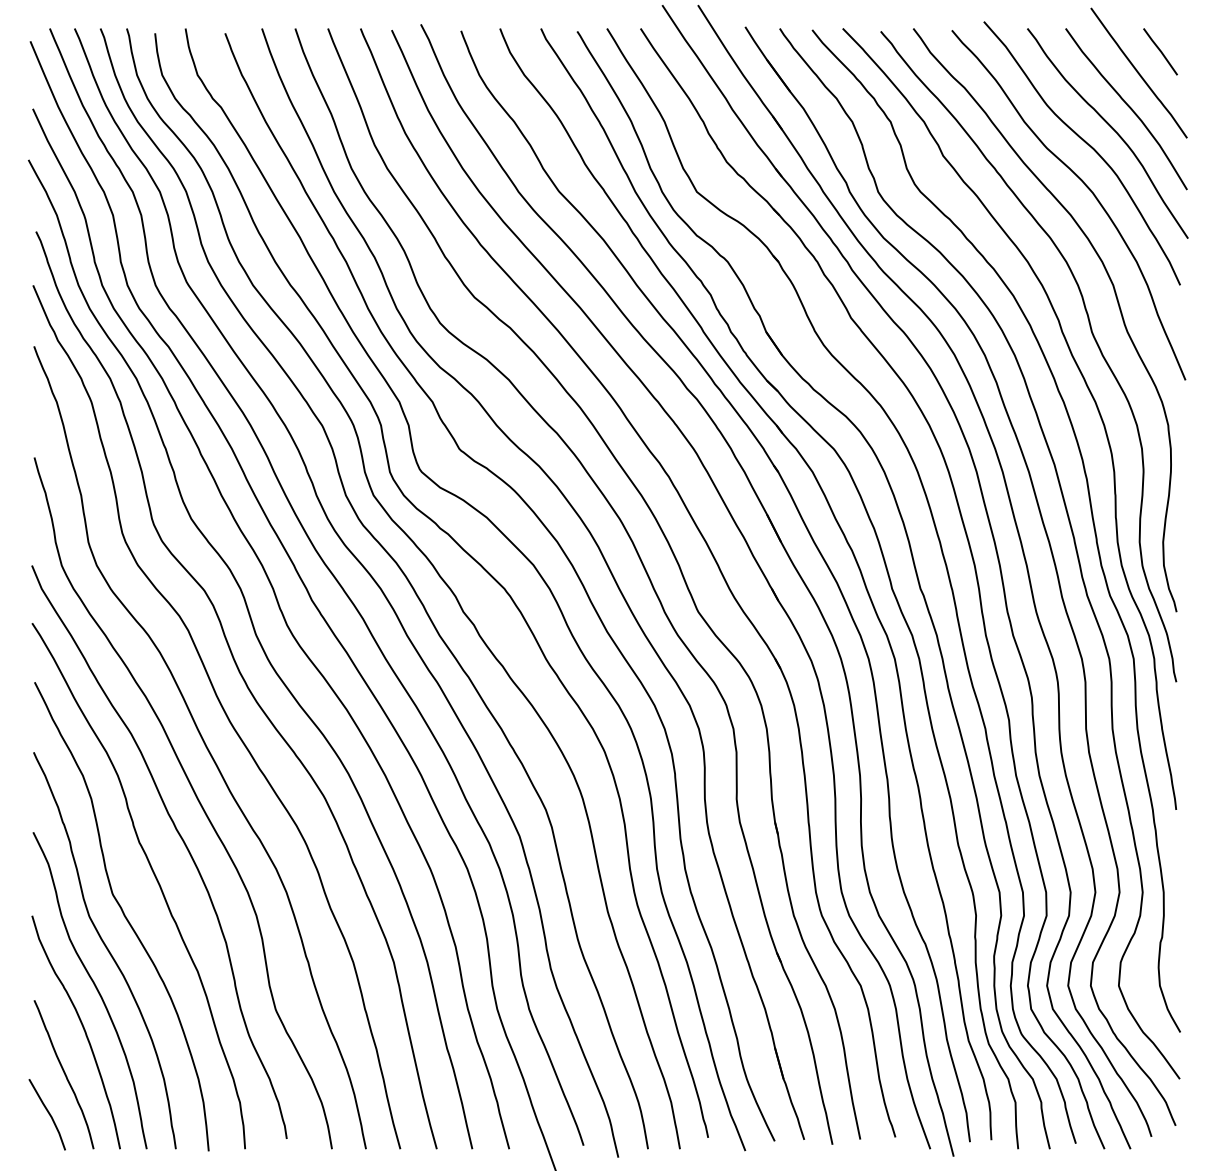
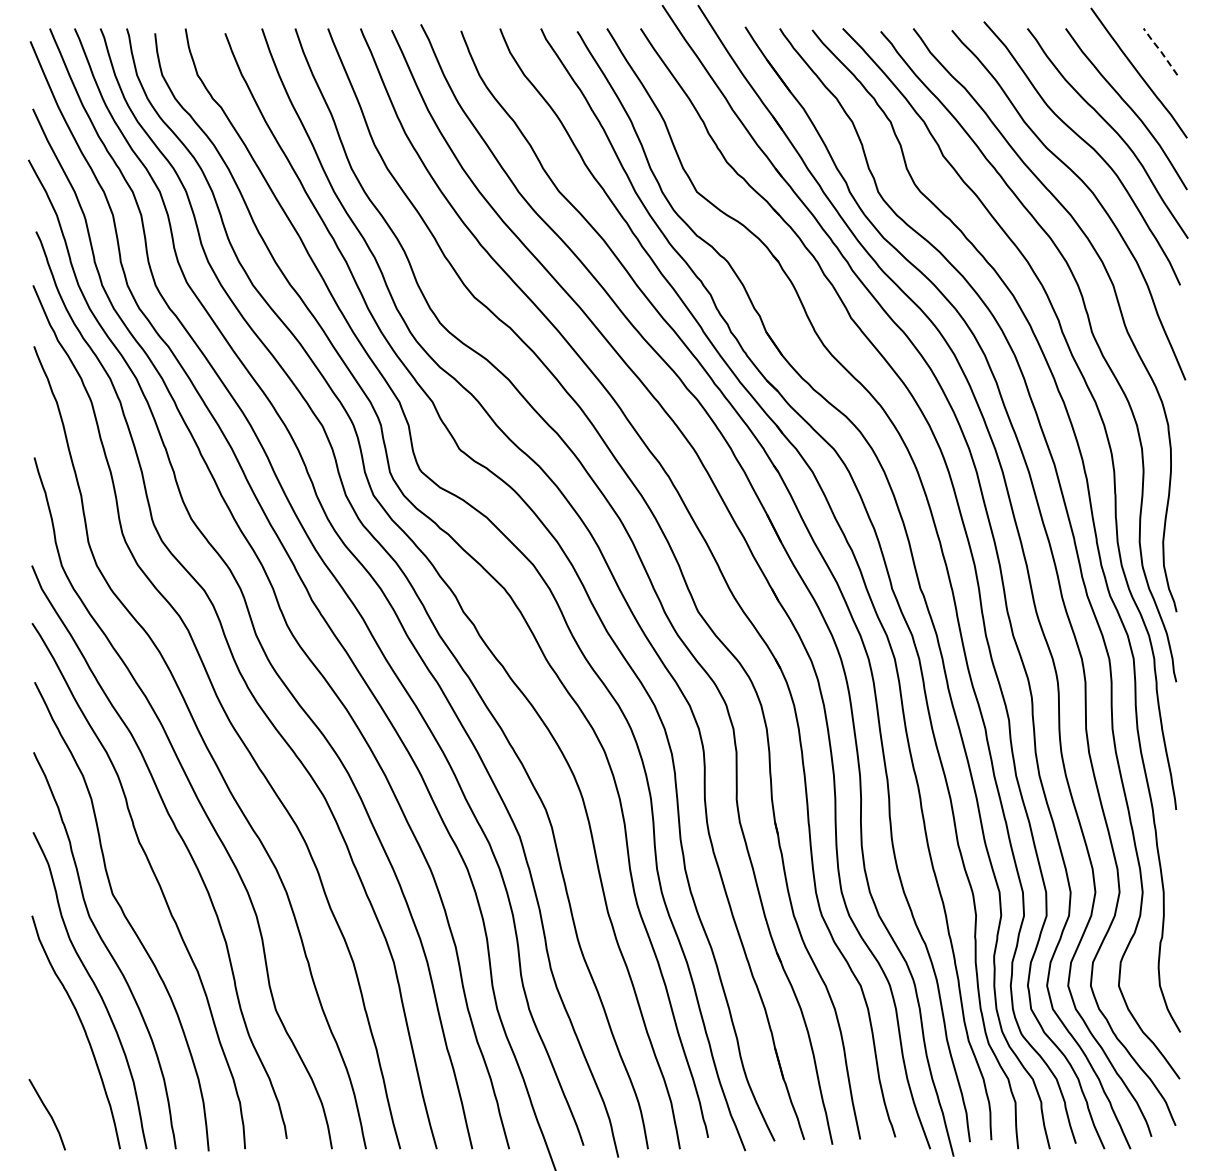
line at (1160, 51): solid -> dashed
curve at (63, 1073): present -> none
